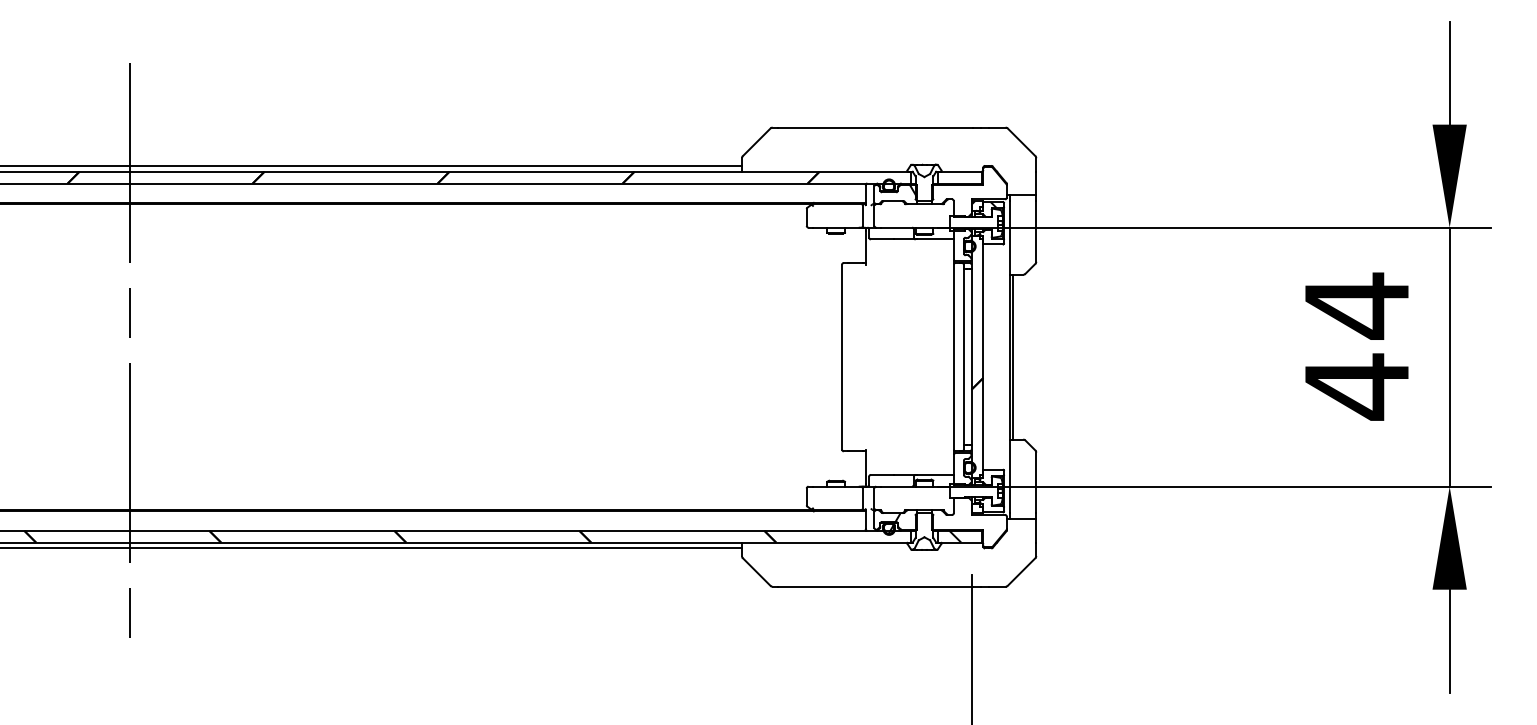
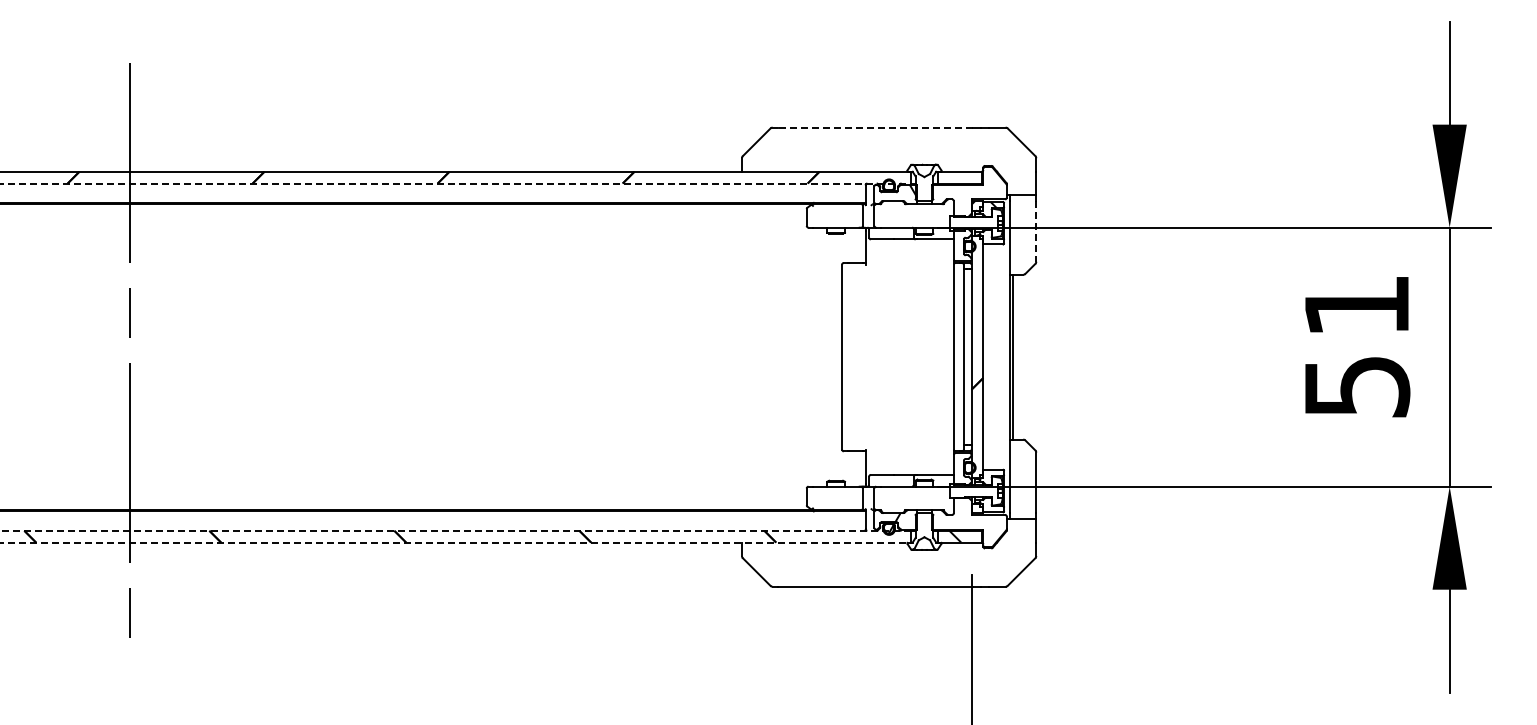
line at (875, 127): solid -> dashed
line at (371, 165): present -> none
line at (456, 183): solid -> dashed
line at (1036, 231): solid -> dashed
text at (1357, 346): 44 -> 51
line at (455, 530): solid -> dashed
line at (456, 542): solid -> dashed
line at (371, 548): present -> none
